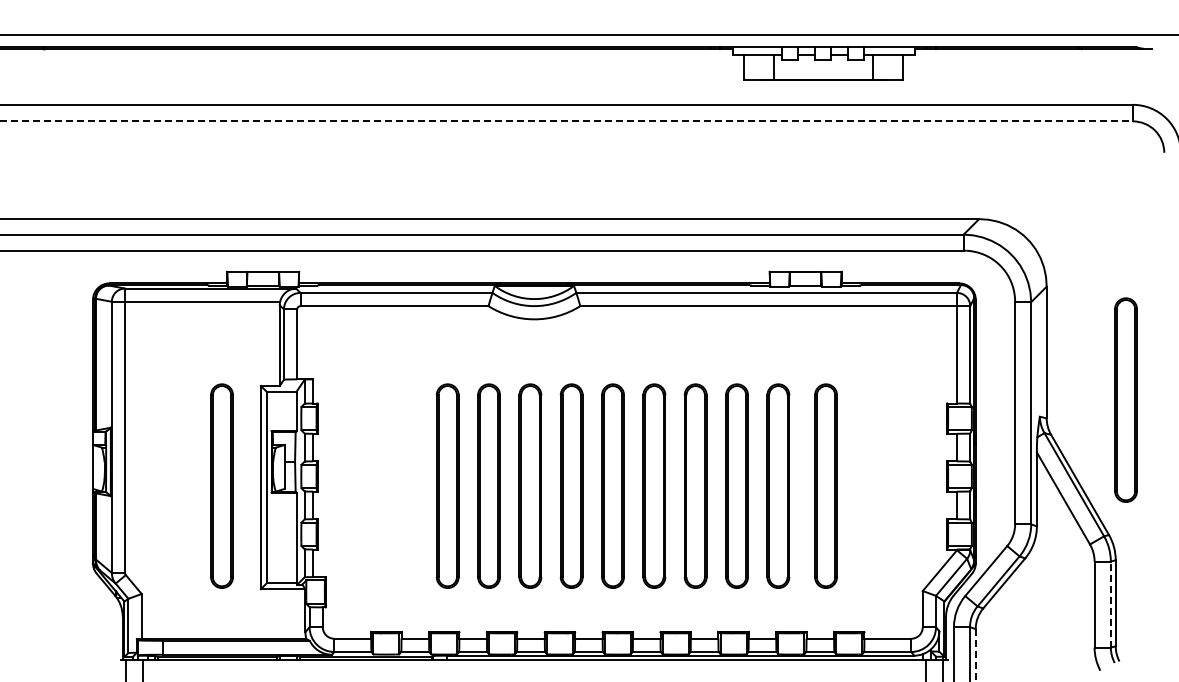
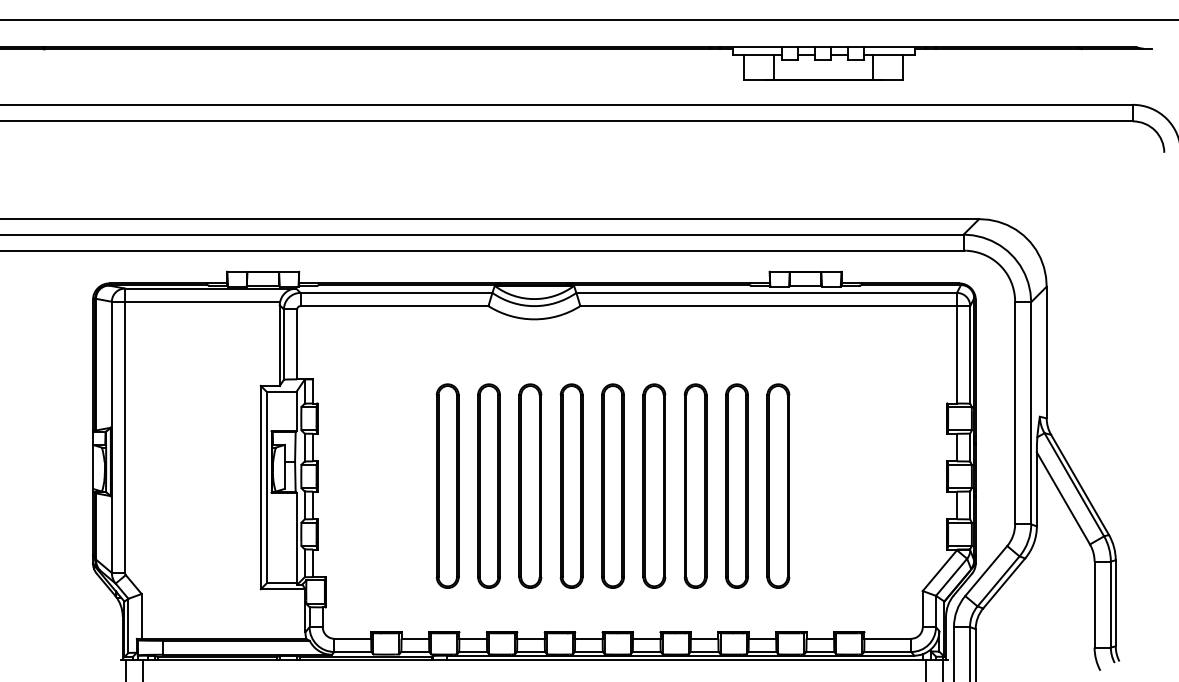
line at (588, 35) position: (588, 35) -> (588, 20)
line at (566, 121): dashed -> solid
part at (1125, 399): present -> none
part at (221, 485): present -> none
part at (825, 485): present -> none
line at (1110, 604): dashed -> solid
line at (975, 655): dashed -> solid
